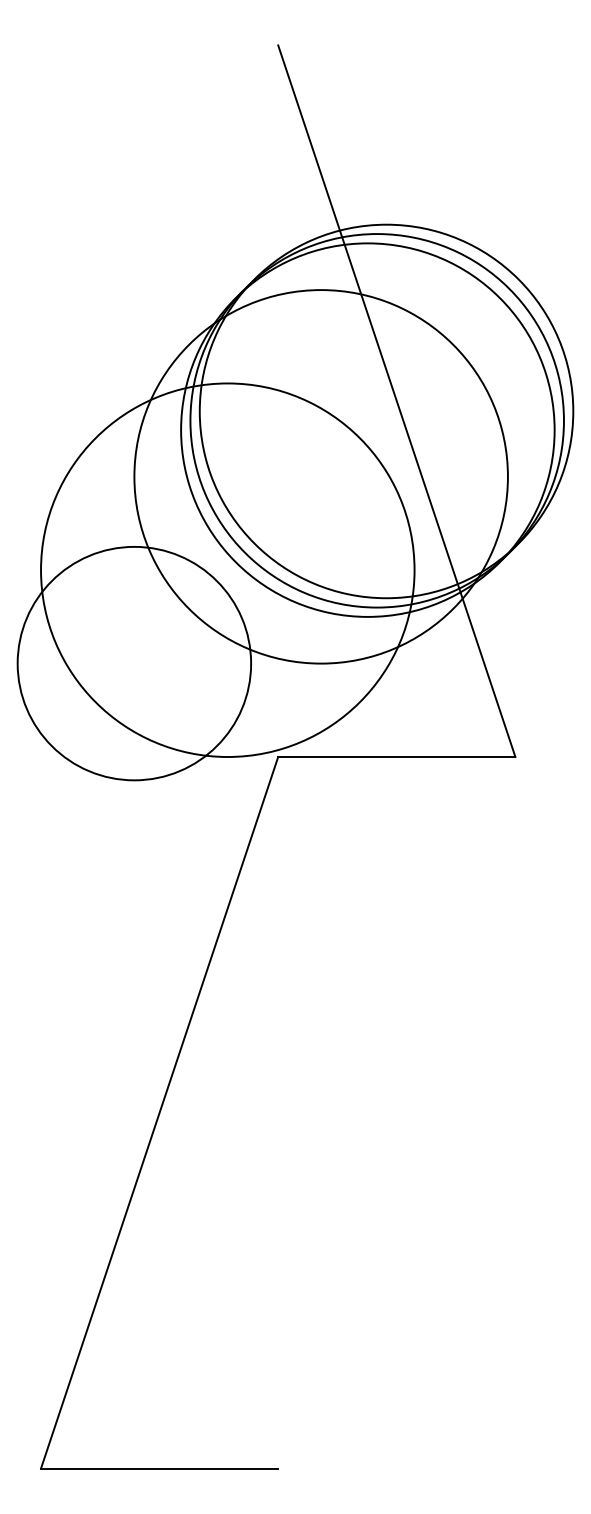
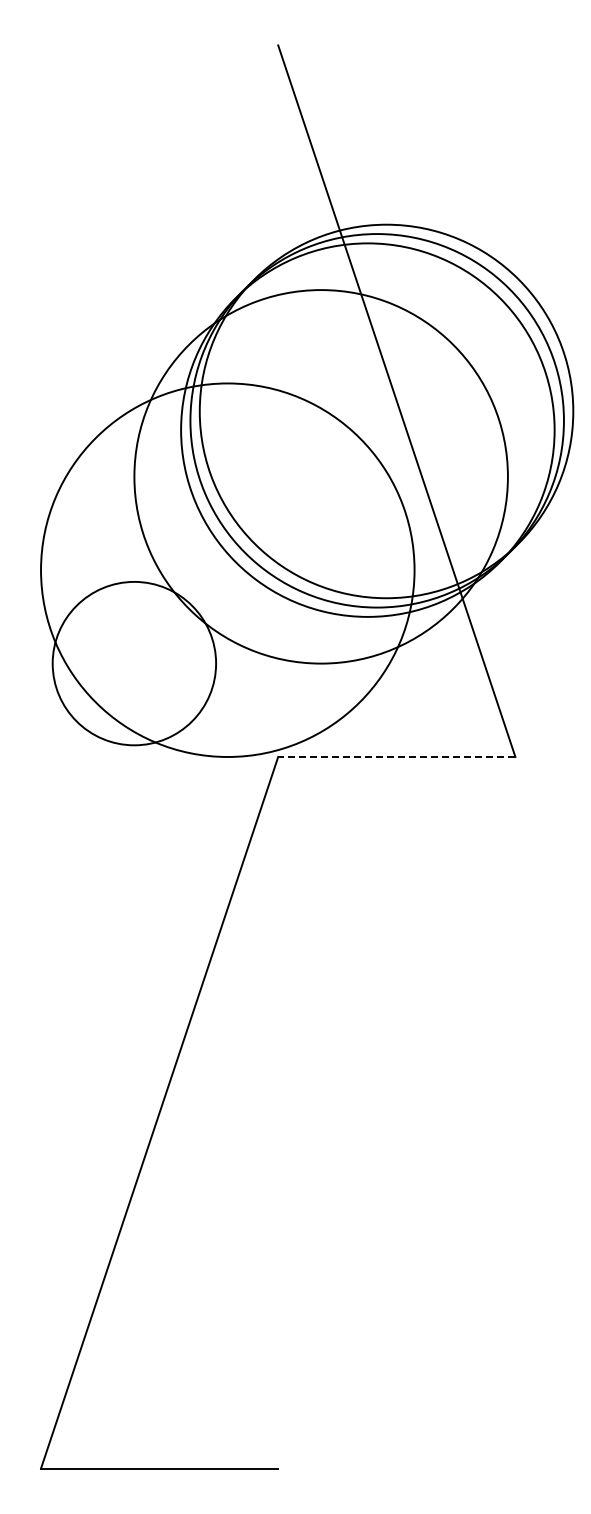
circle at (134, 663) diameter: 233 px -> 163 px
line at (396, 757): solid -> dashed
